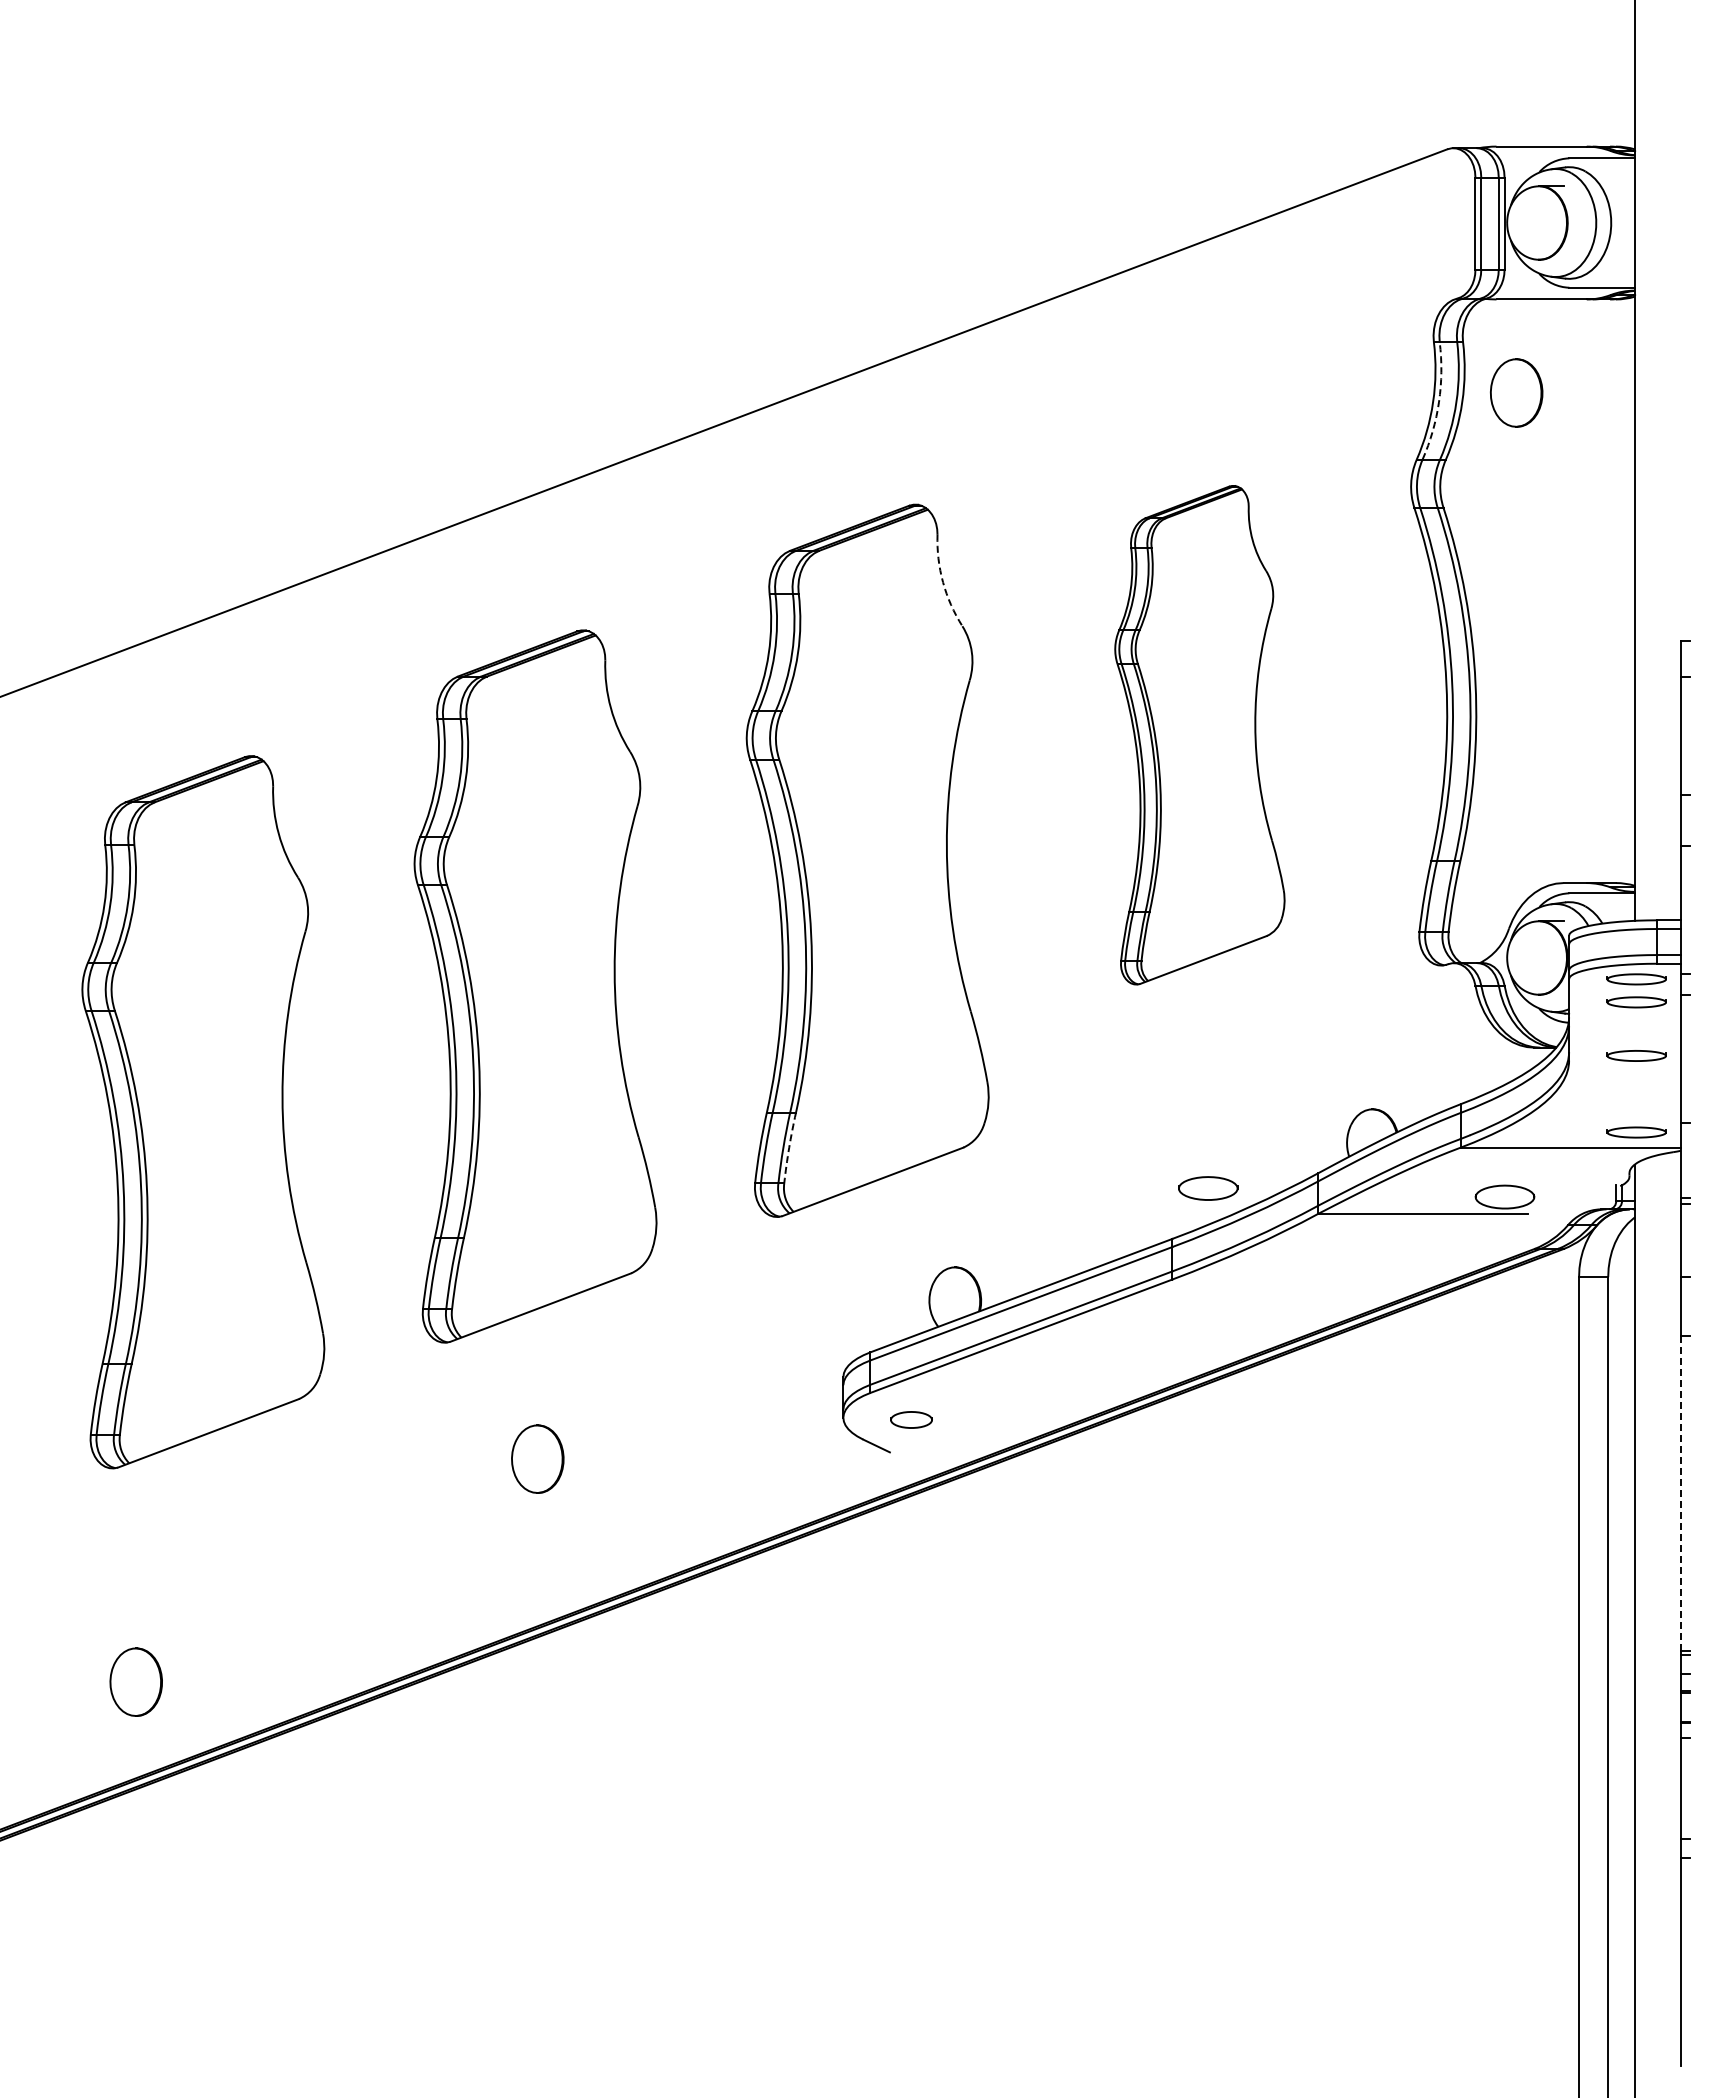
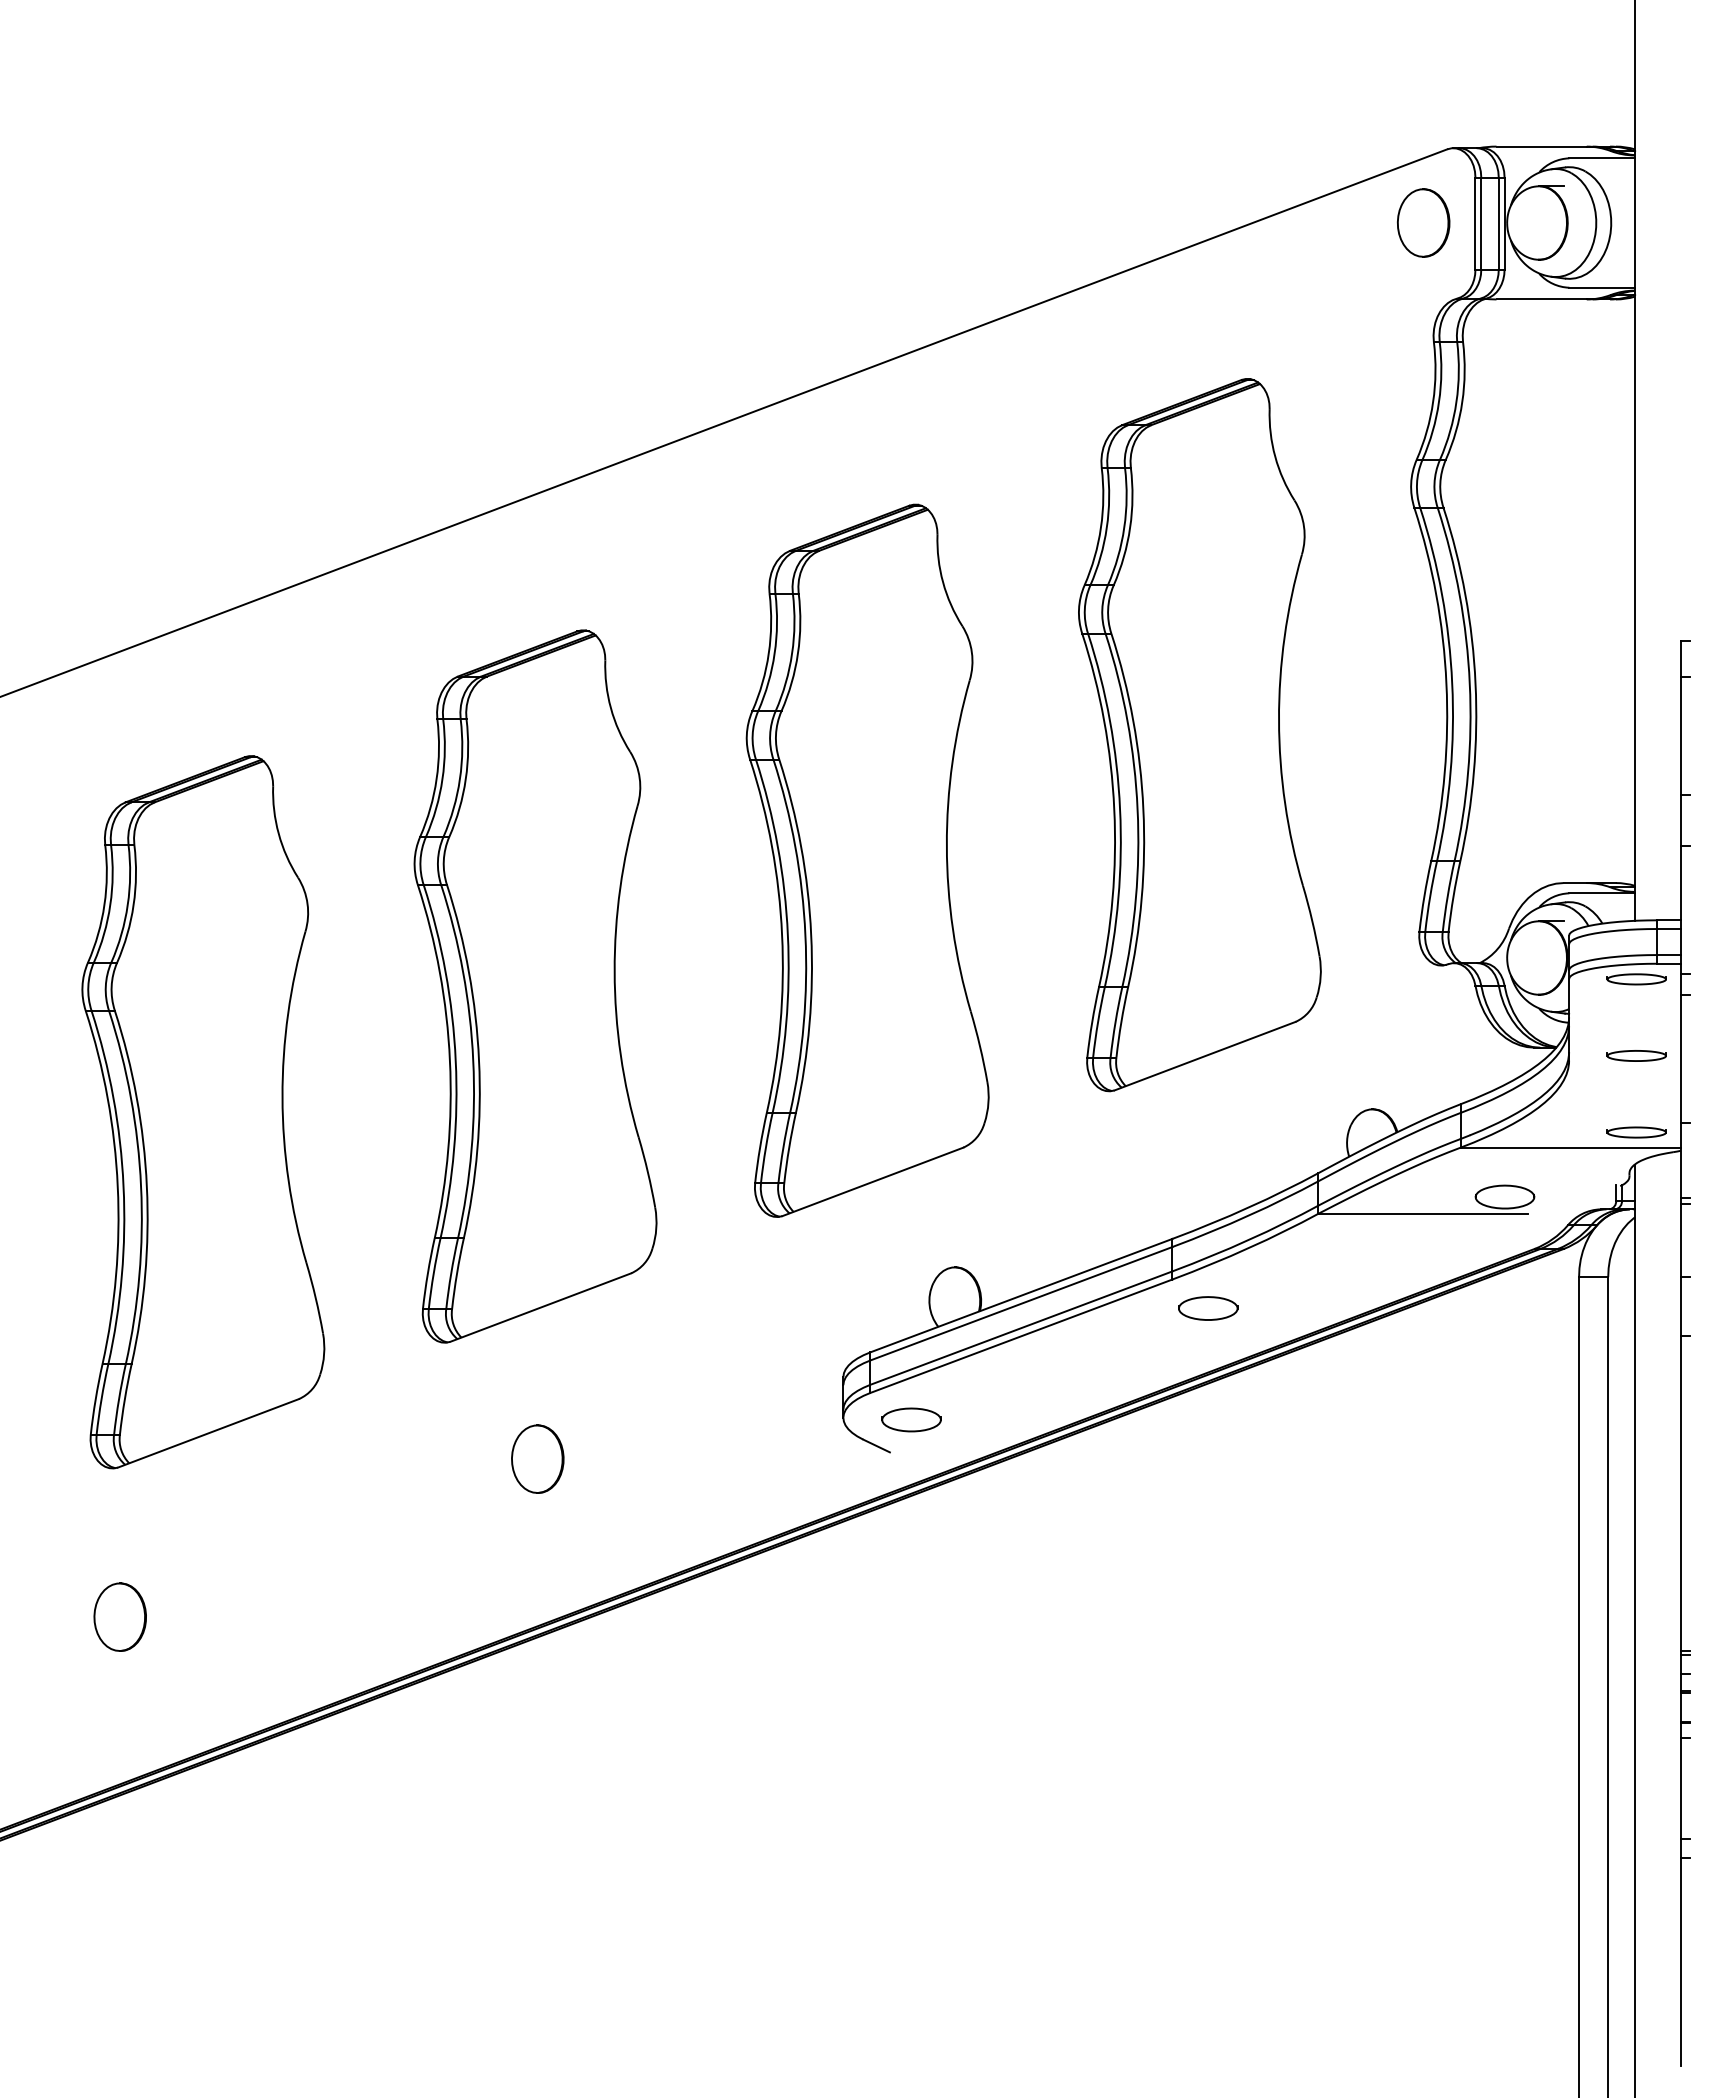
part at (1516, 392) position: (1516, 392) -> (1423, 222)
arc at (1439, 402): dashed -> solid
arc at (943, 582): dashed -> solid
part at (1199, 735) size: 172x501 px -> 244x715 px
part at (1636, 1002): present -> none
arc at (789, 1147): dashed -> solid
part at (1208, 1188) position: (1208, 1188) -> (1208, 1308)
part at (911, 1419) size: 43x18 px -> 61x26 px
line at (1680, 1493): dashed -> solid
part at (135, 1681) position: (135, 1681) -> (119, 1616)
